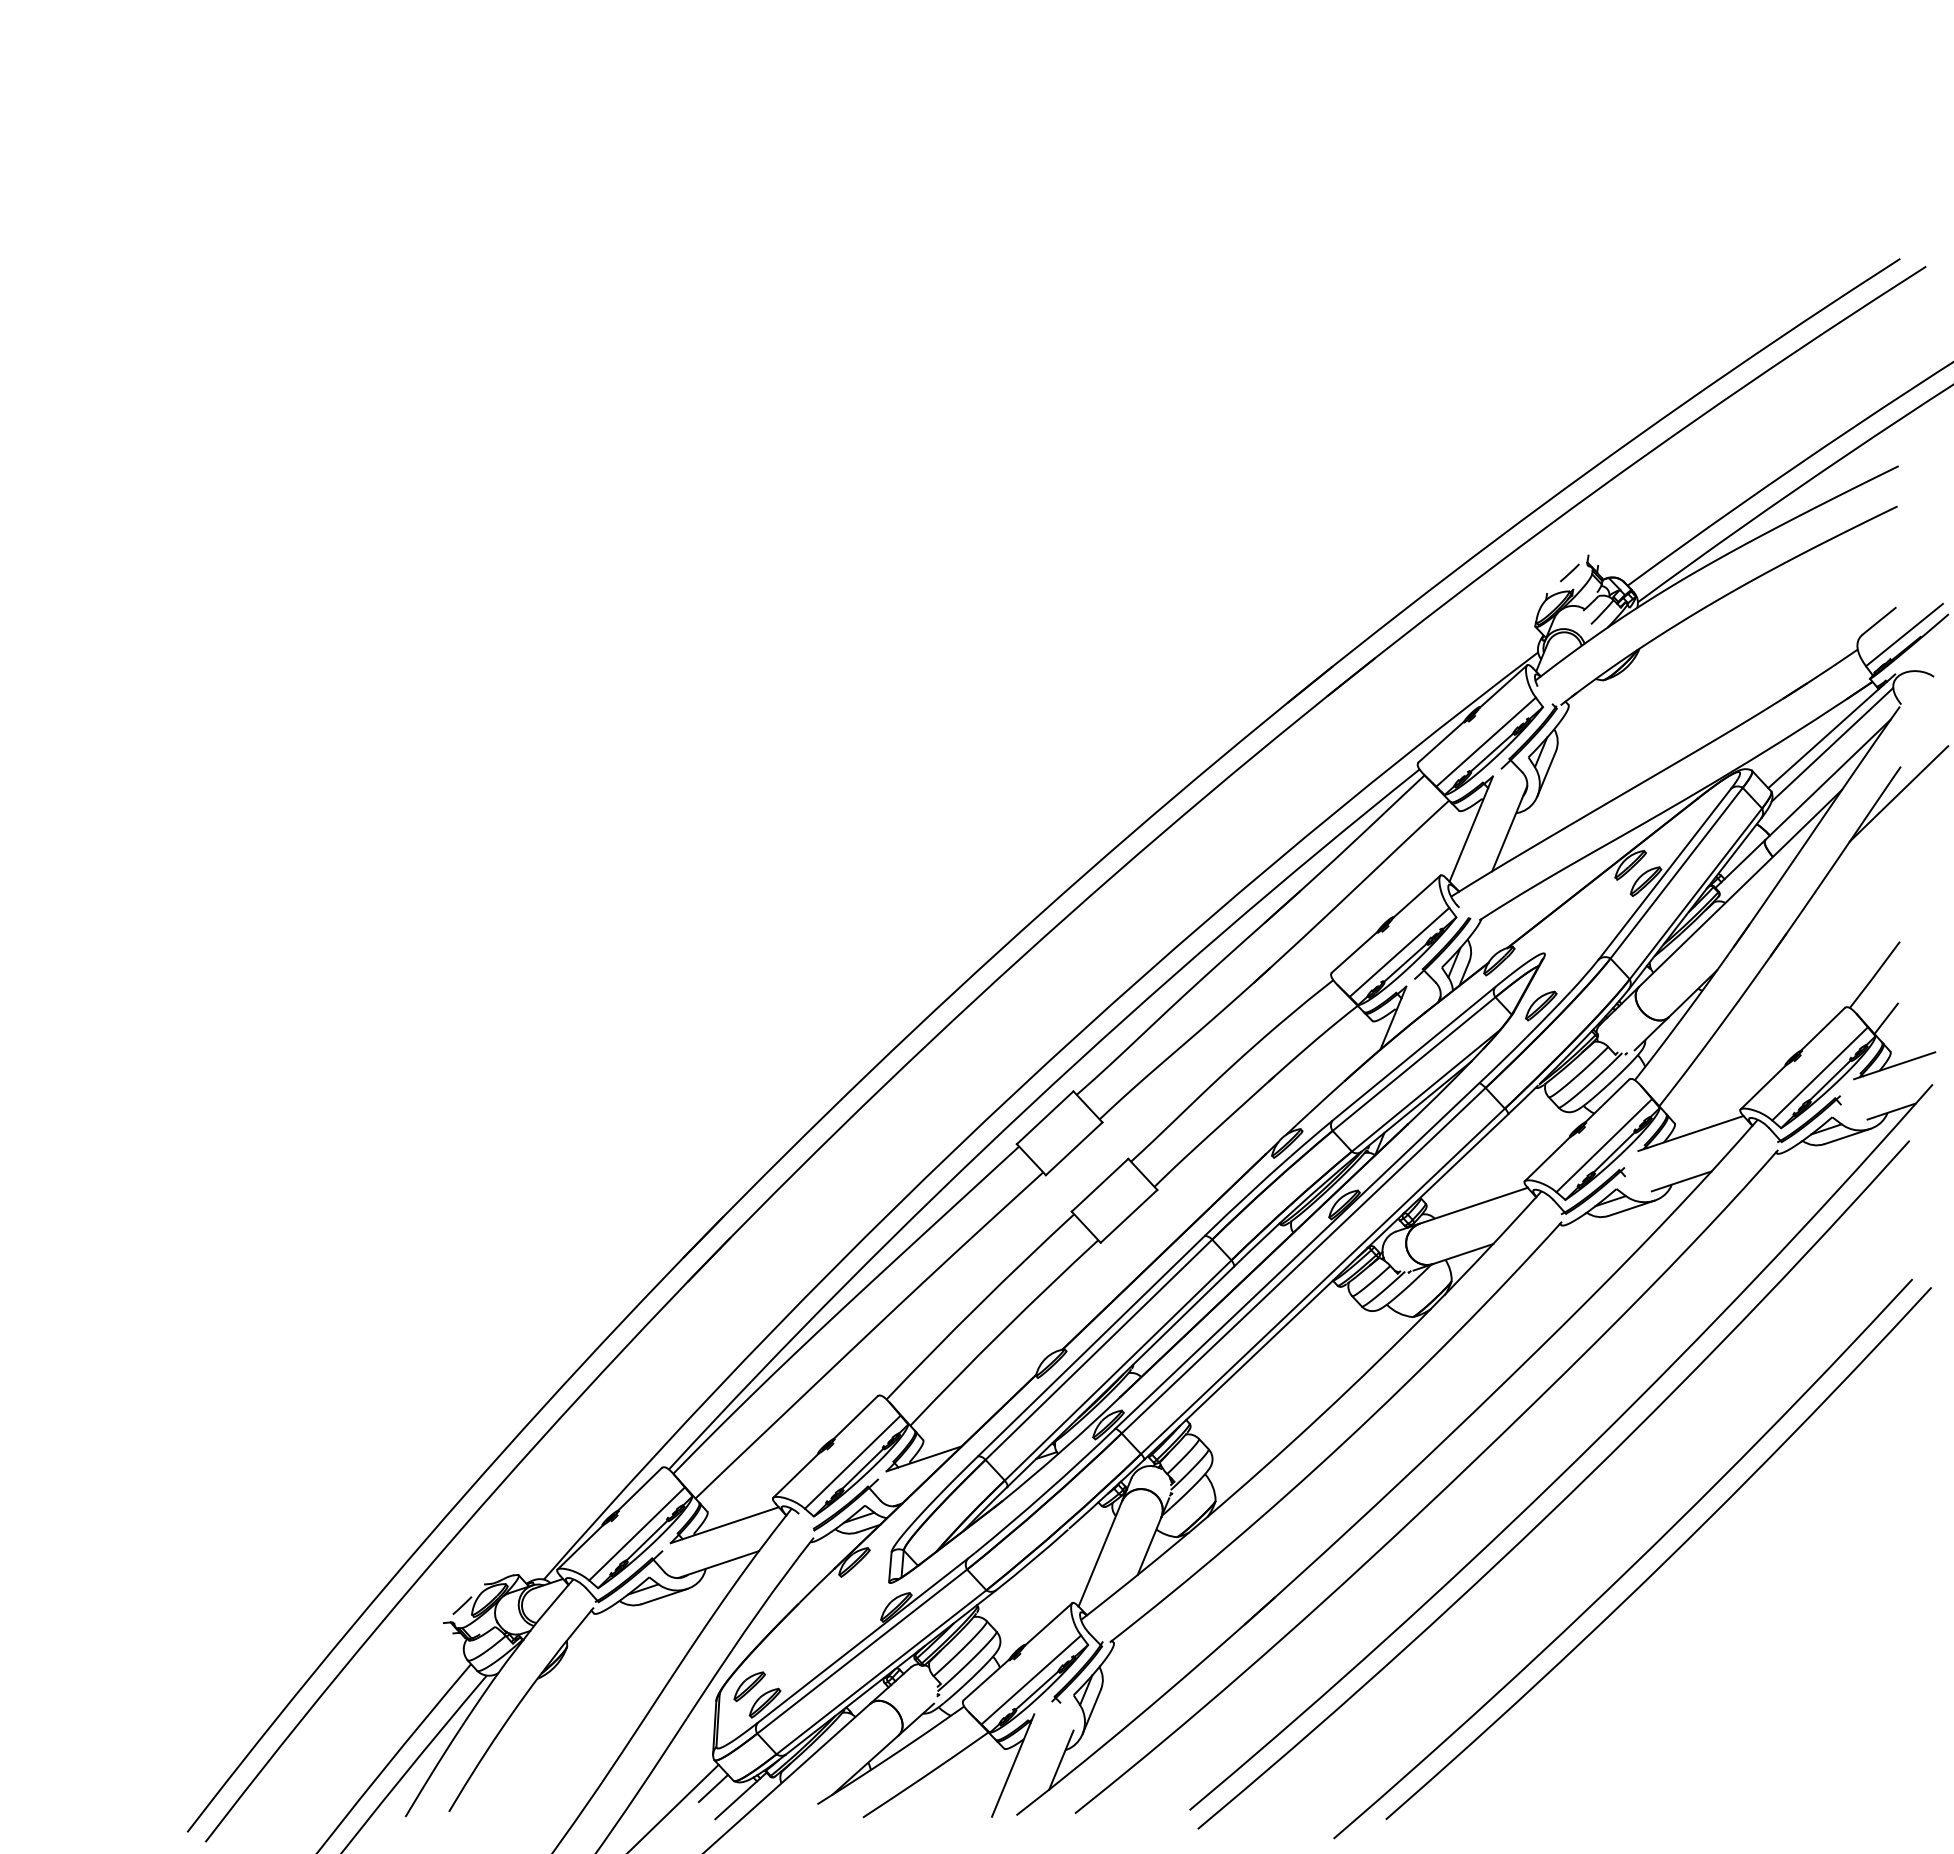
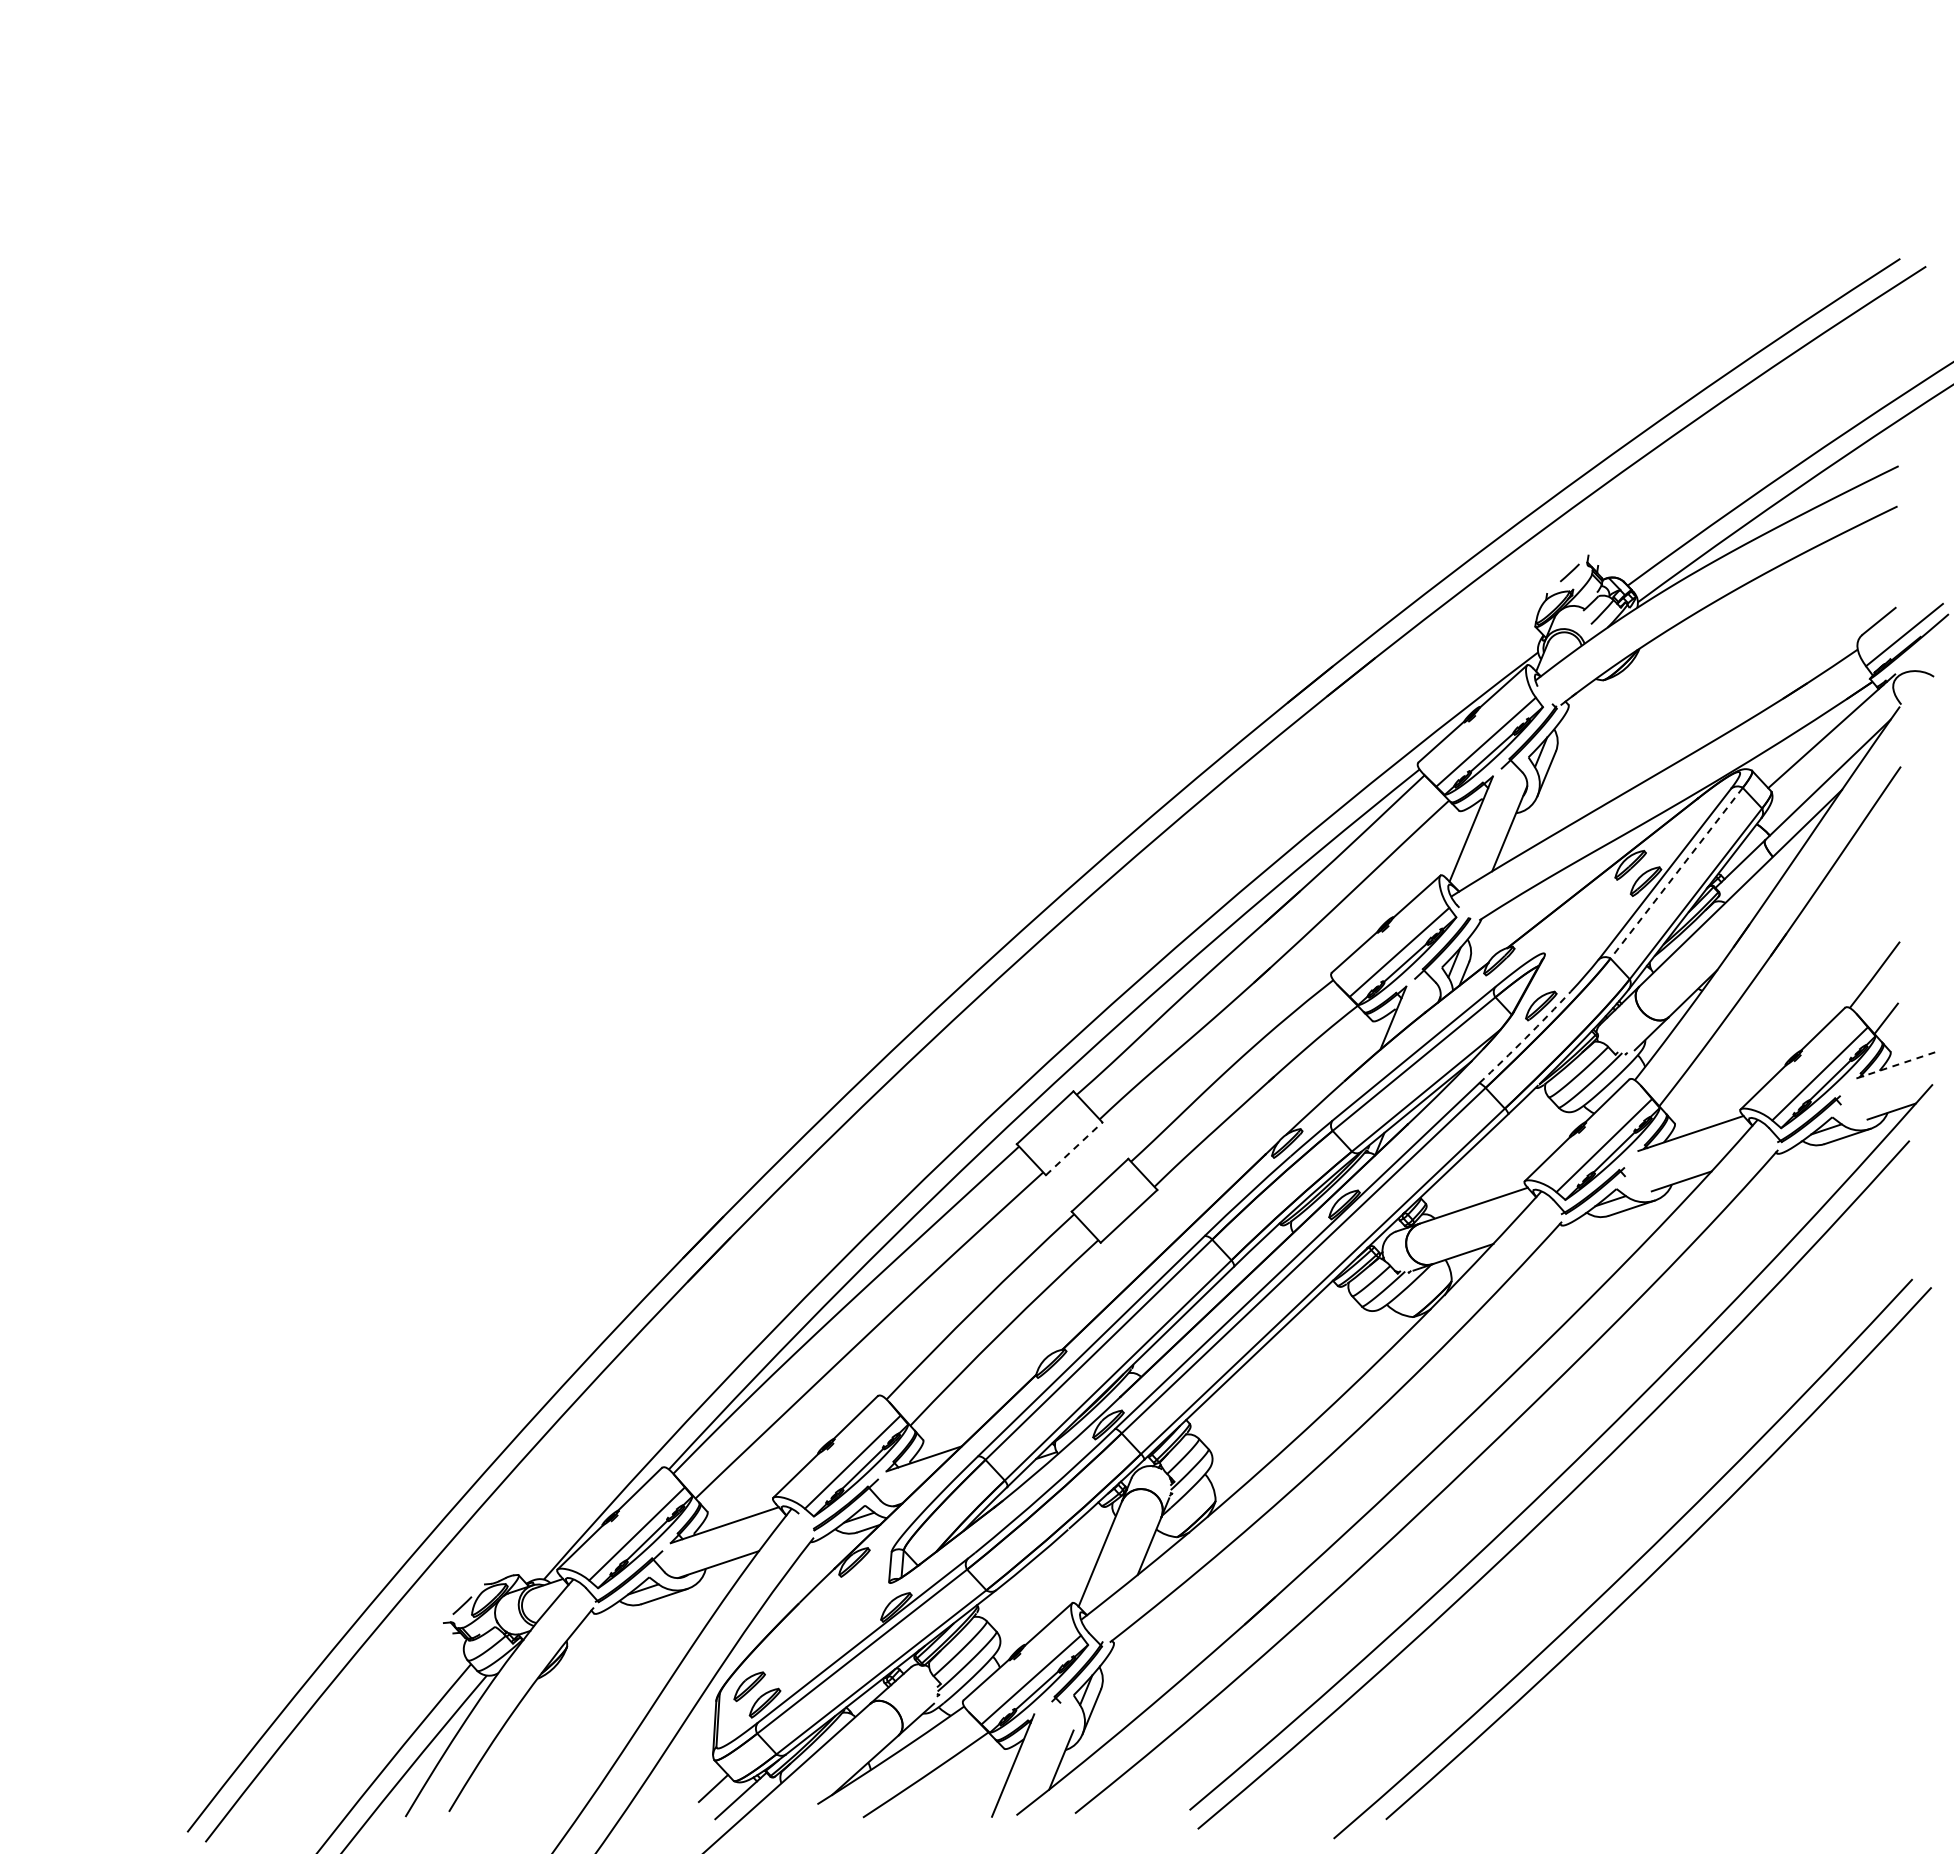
line at (1832, 744): present -> none
line at (1898, 793): present -> none
line at (1676, 873): solid -> dashed
arc at (1525, 1038): solid -> dashed
line at (1894, 1065): solid -> dashed
line at (1074, 1148): solid -> dashed
line at (674, 1807): present -> none
